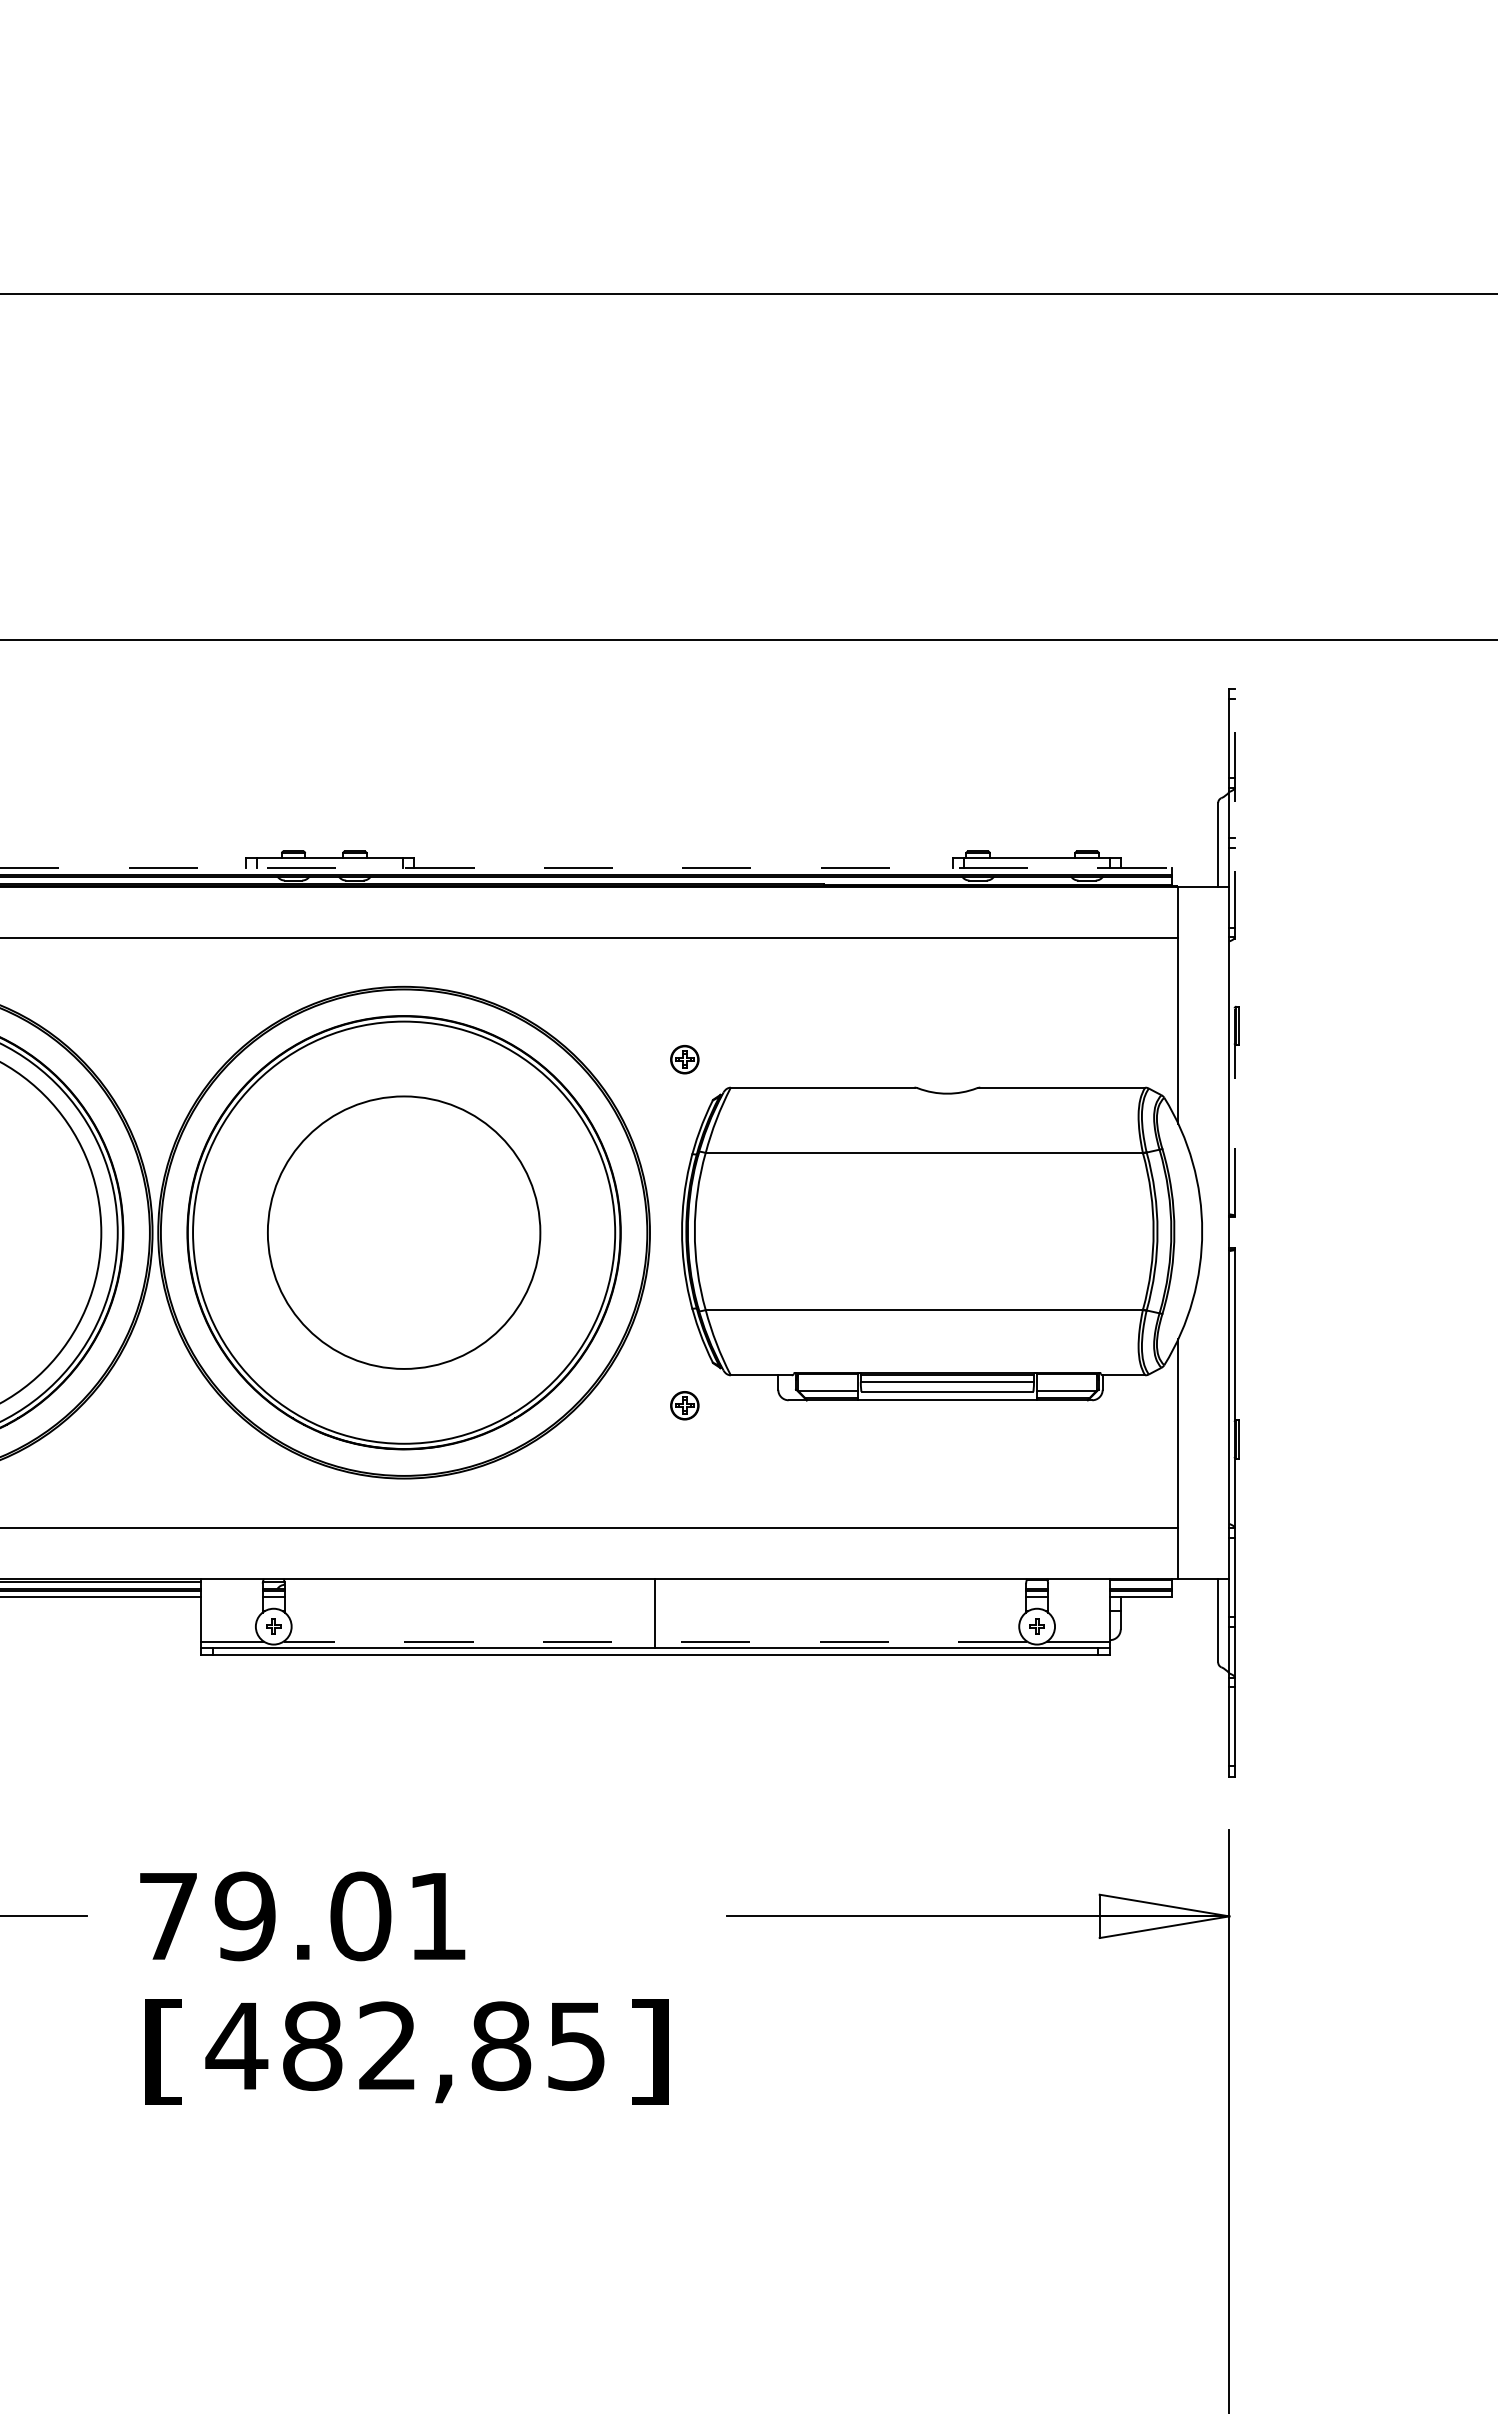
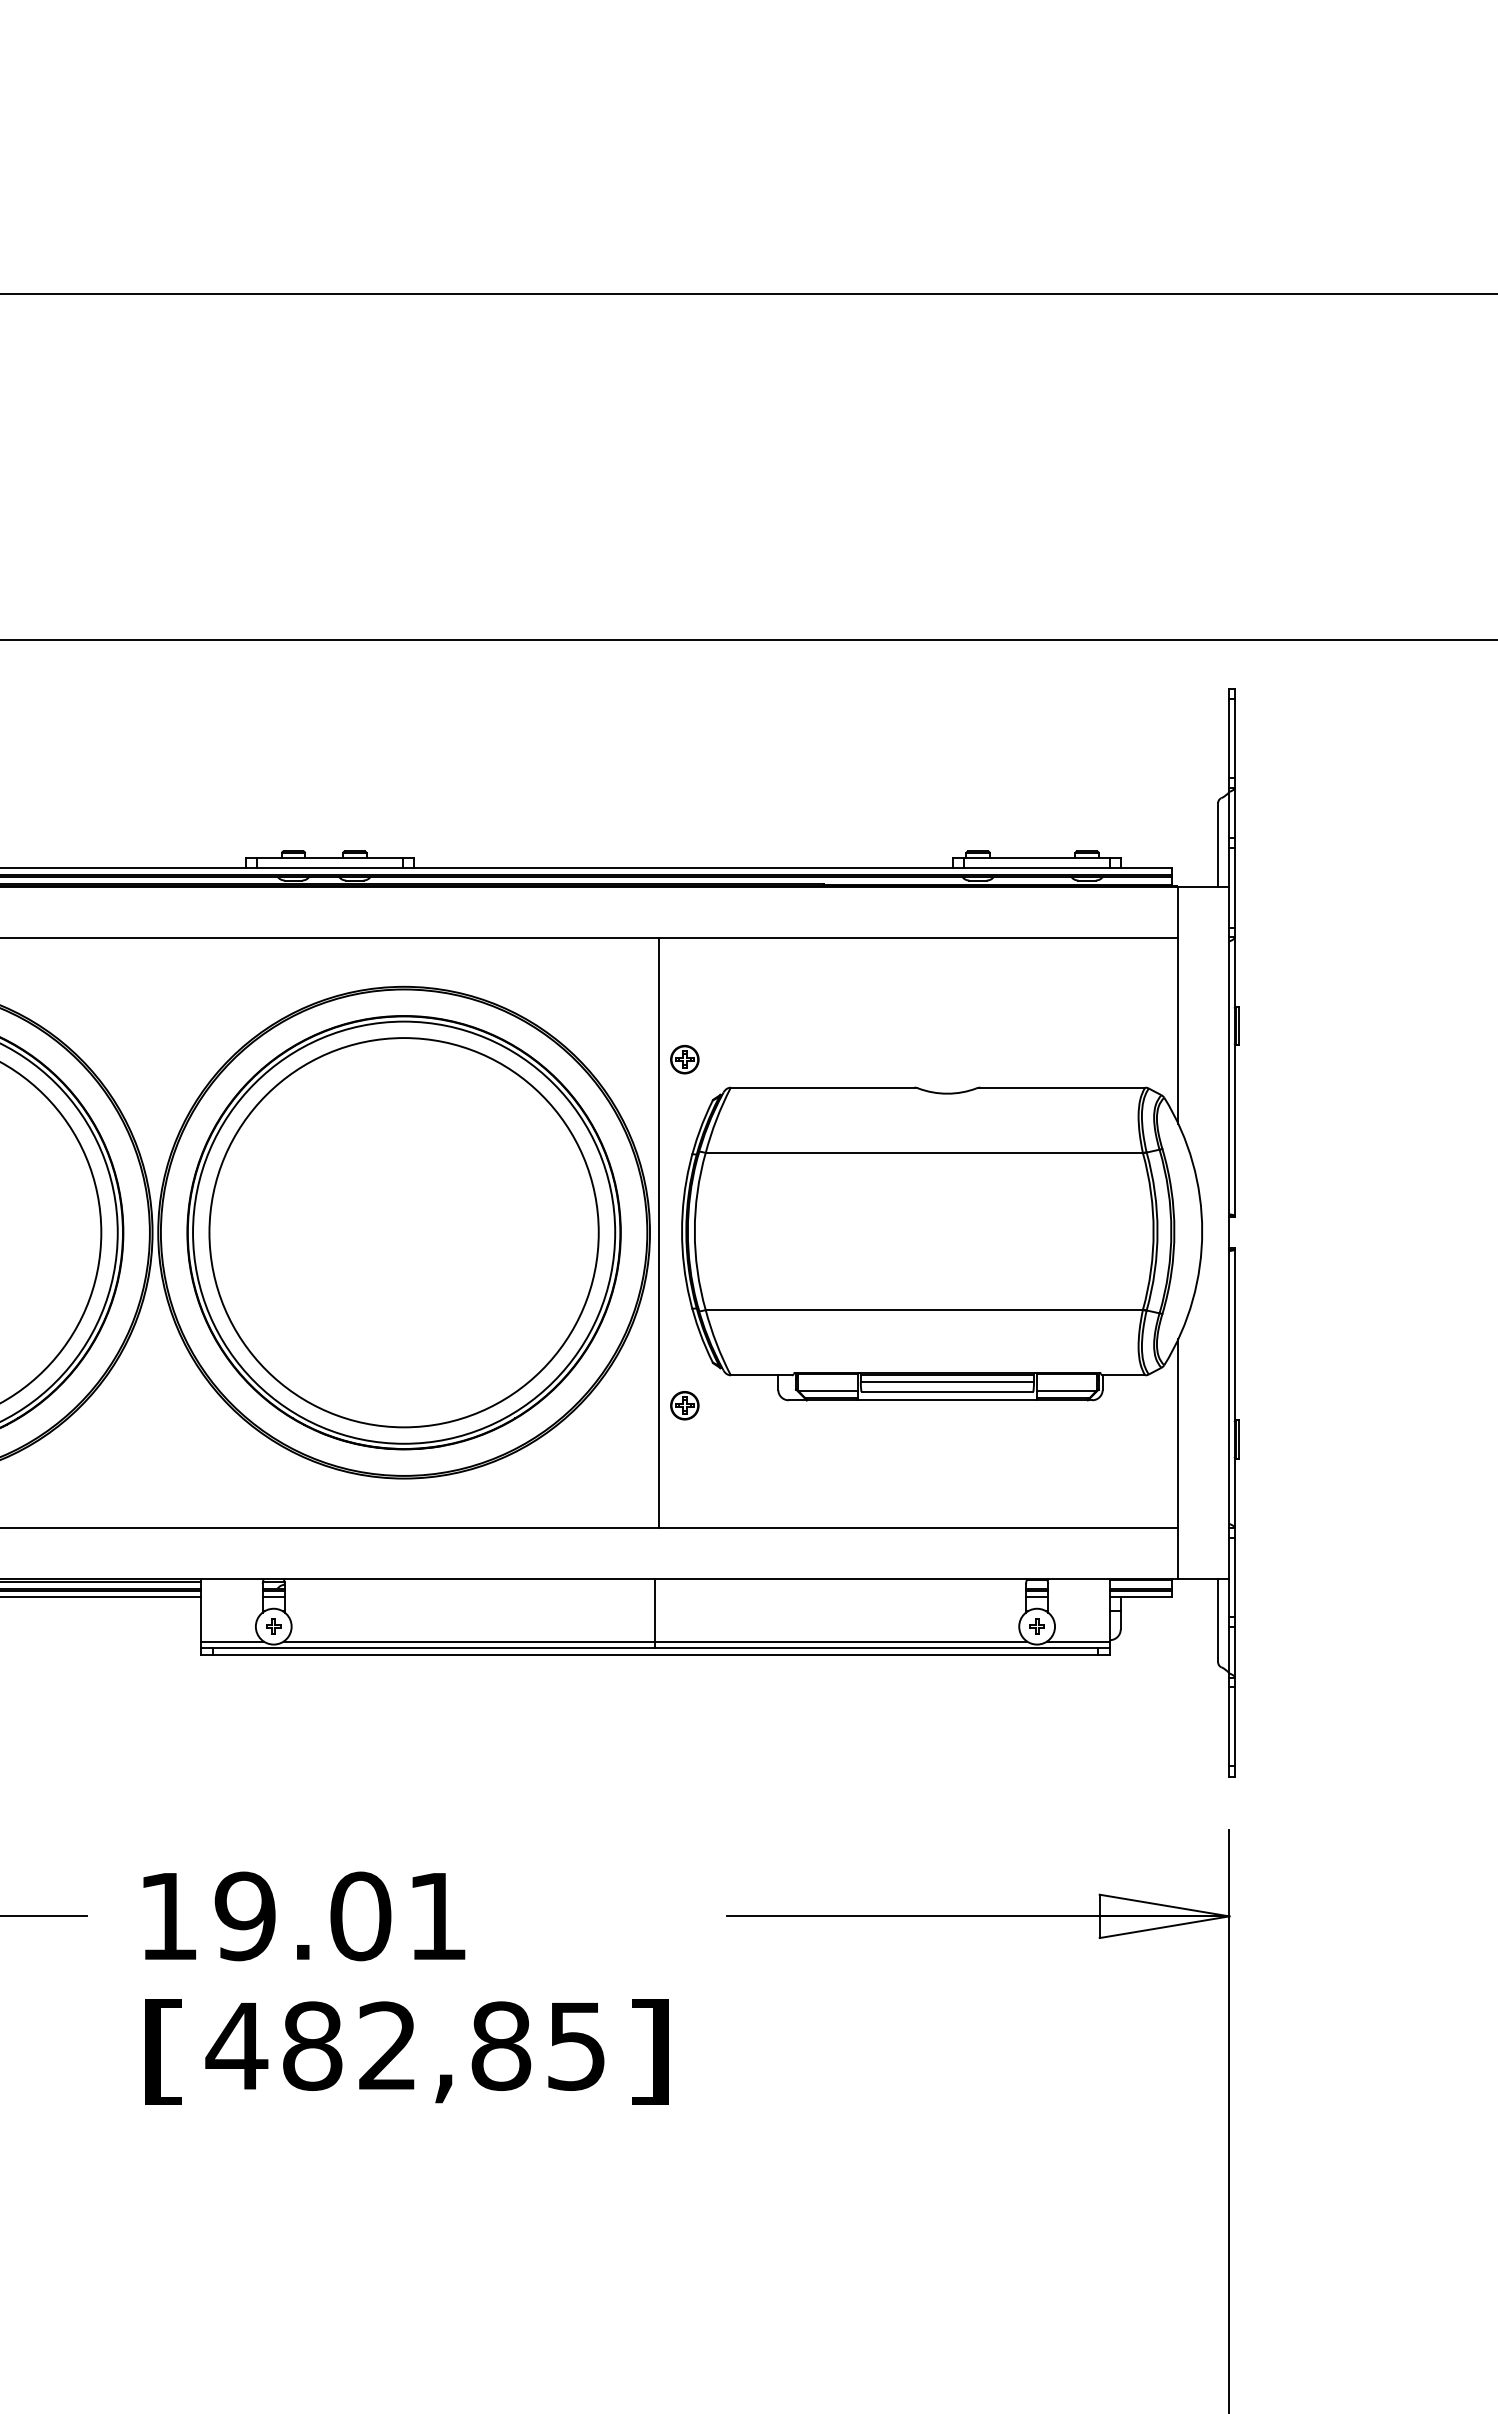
line at (586, 868): dashed -> solid
line at (1234, 952): dashed -> solid
circle at (403, 1232) diameter: 273 px -> 389 px
line at (659, 1232): none -> present
line at (655, 1641): dashed -> solid
text at (168, 1916): 79.01 -> 19.01
